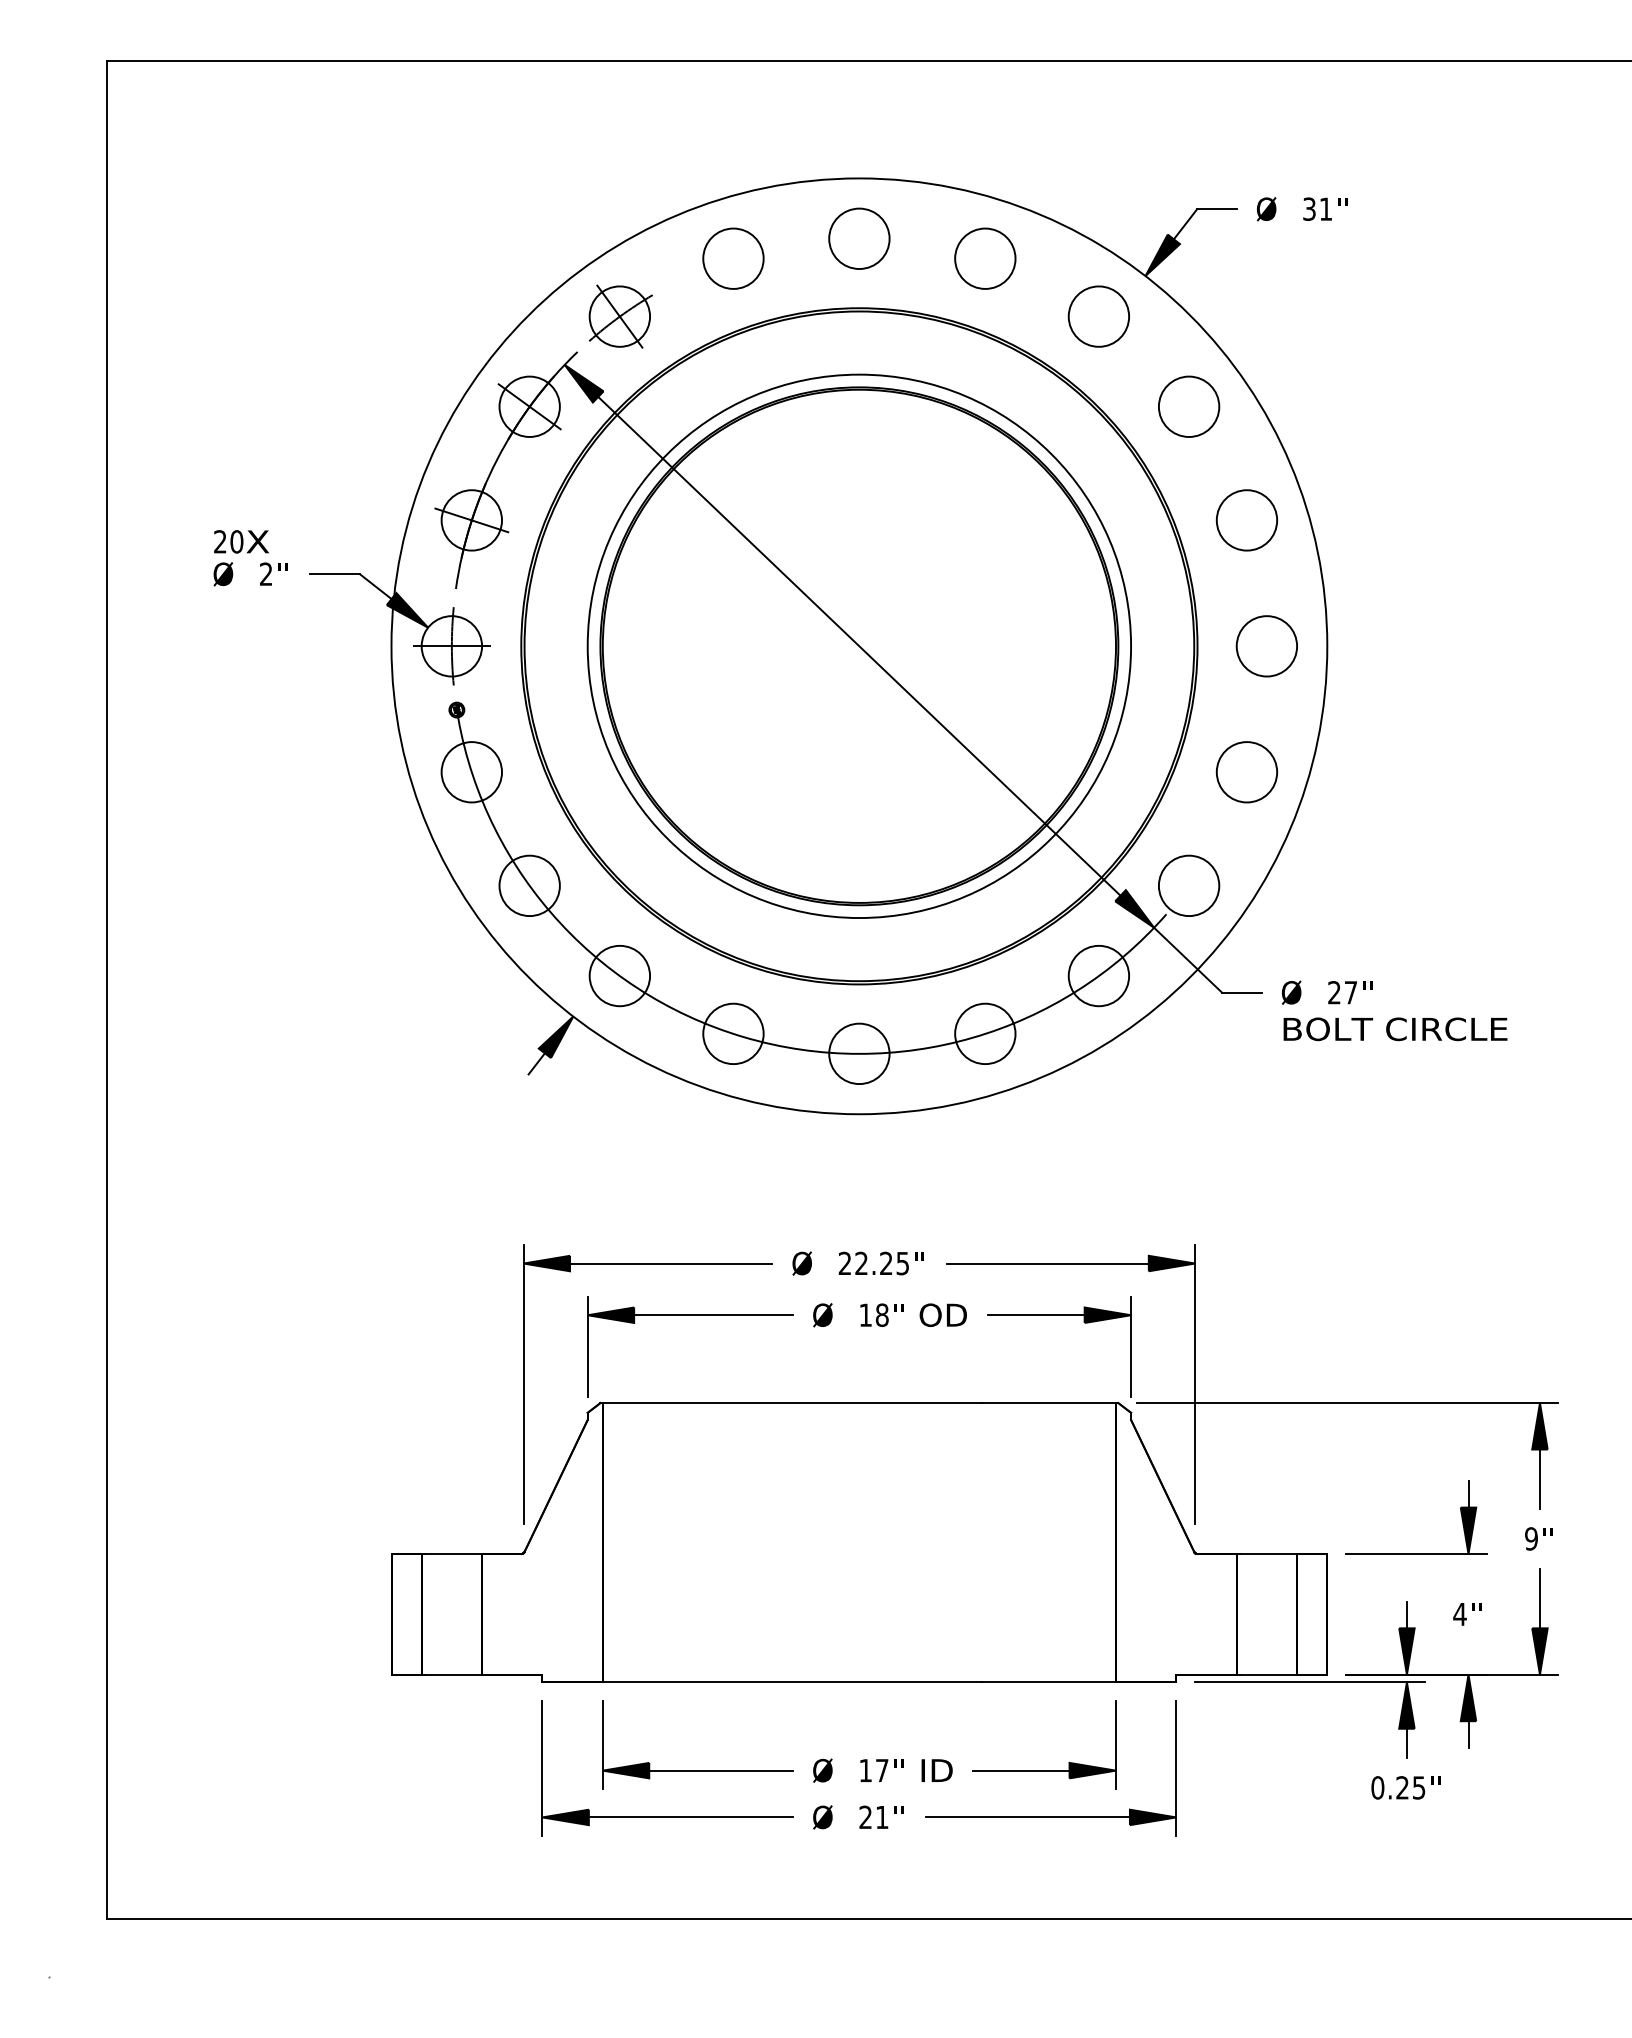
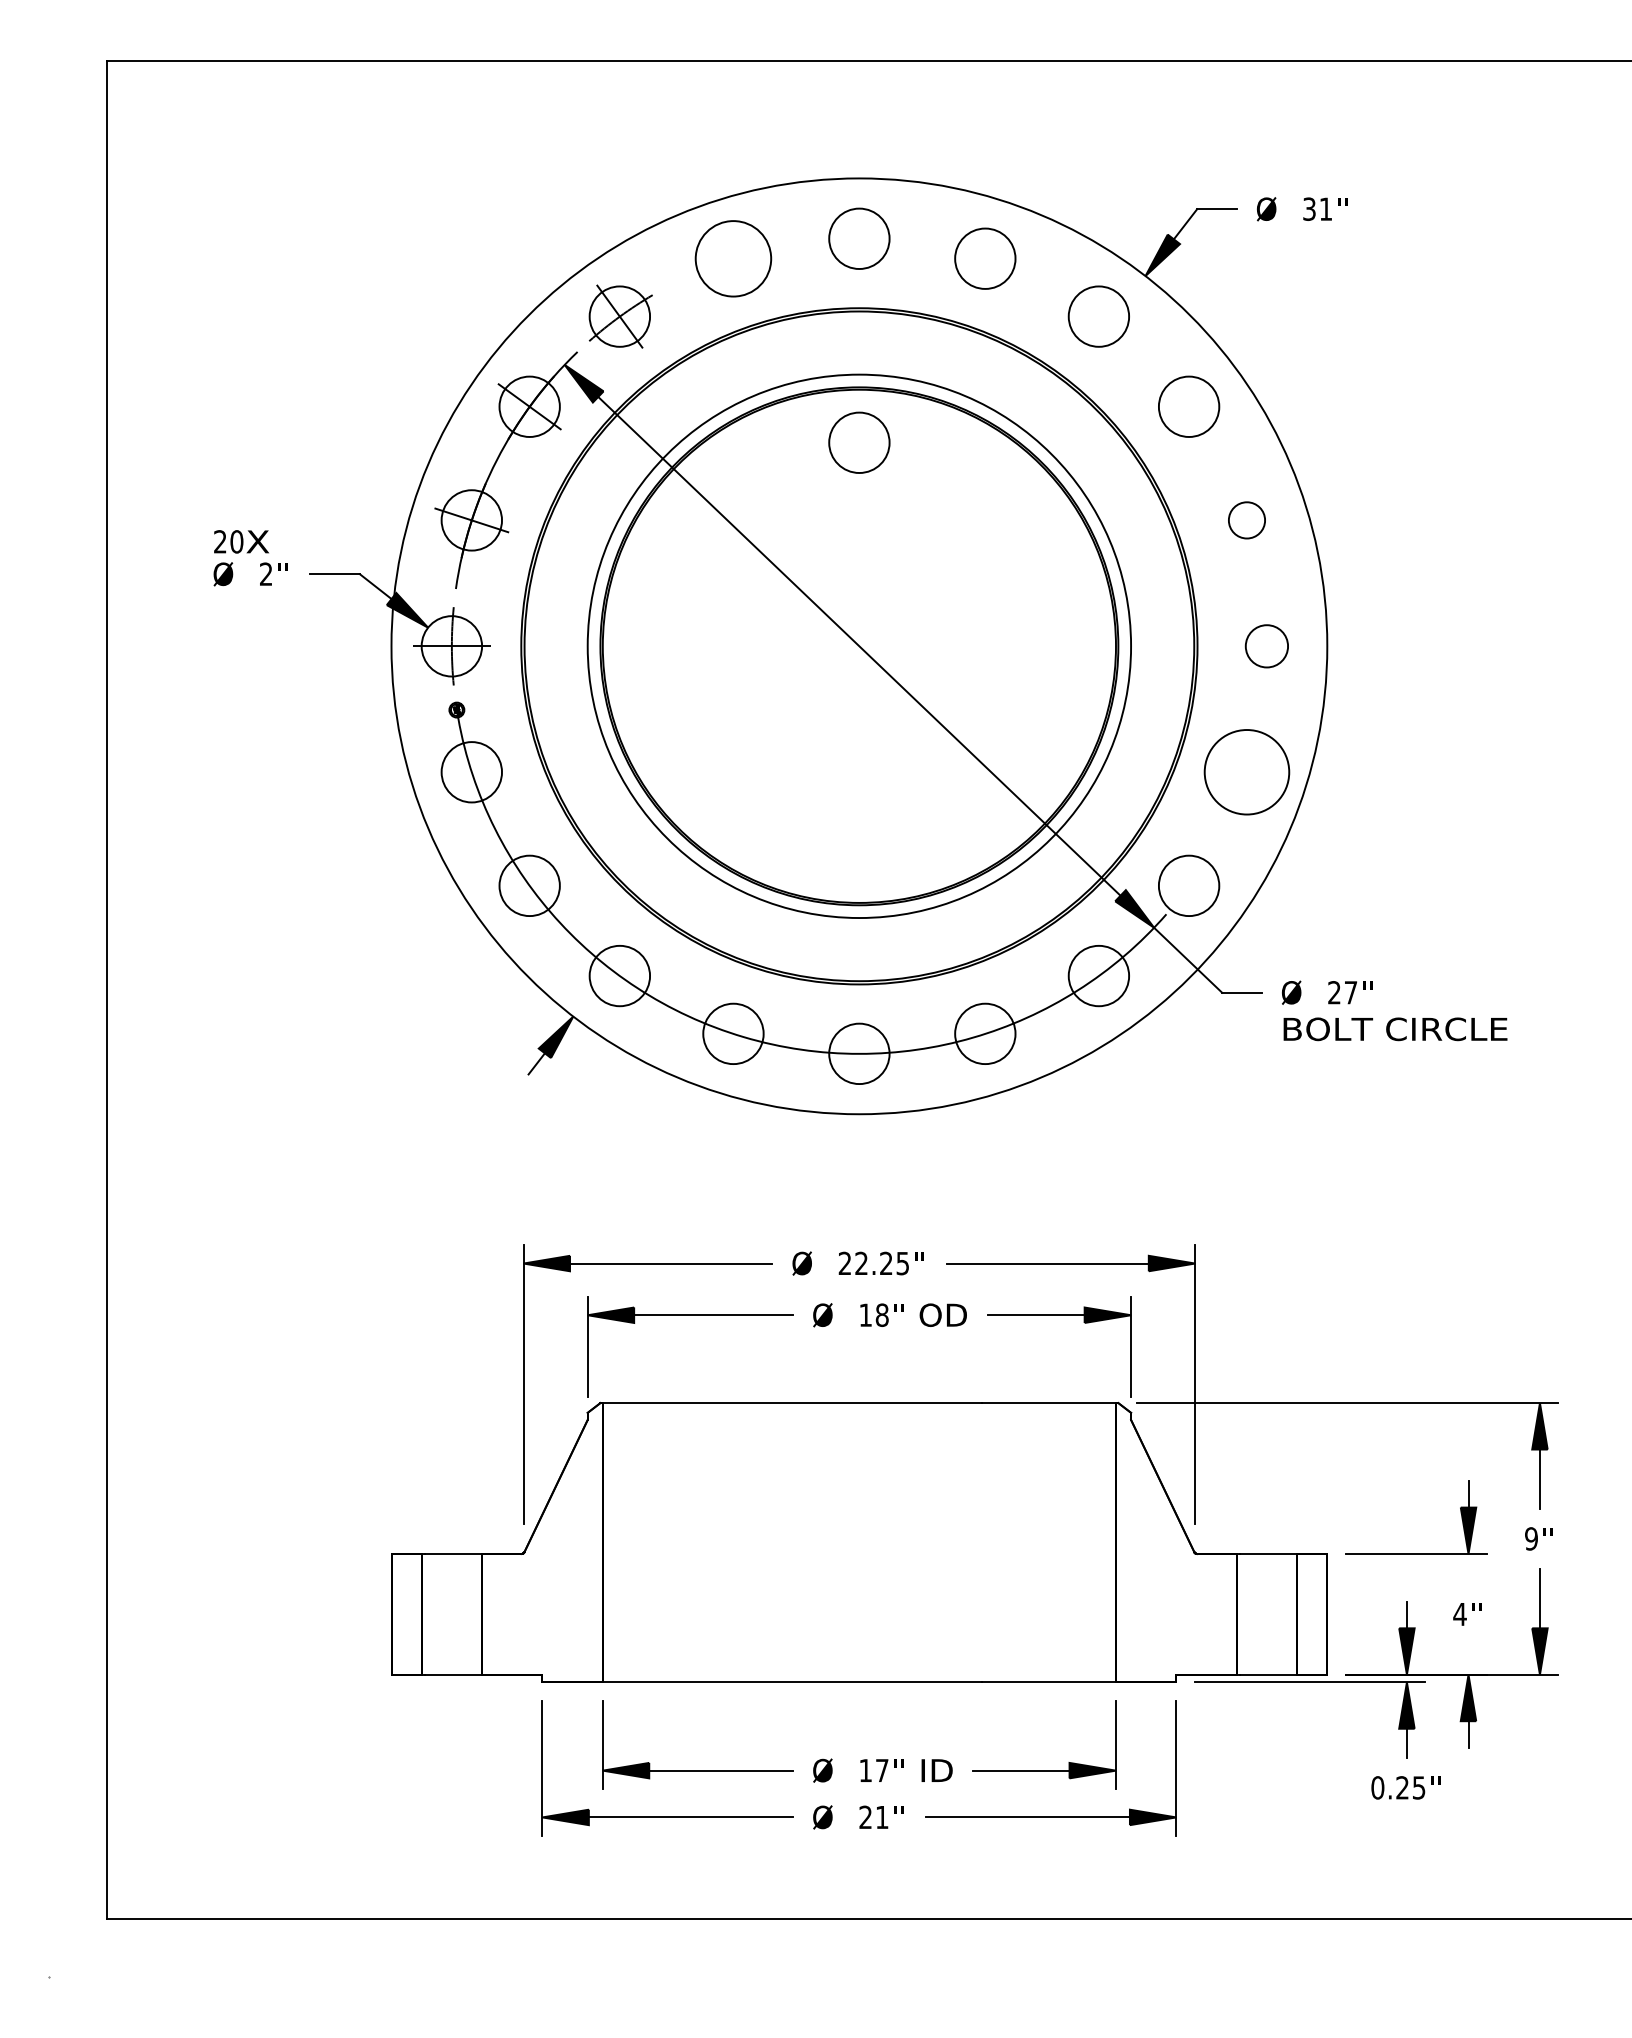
circle at (733, 258) size: 63x63 px -> 79x78 px
circle at (859, 442): none -> present
circle at (1246, 520) diameter: 60 px -> 36 px
circle at (1266, 646) diameter: 60 px -> 42 px
circle at (1246, 772) diameter: 60 px -> 85 px
